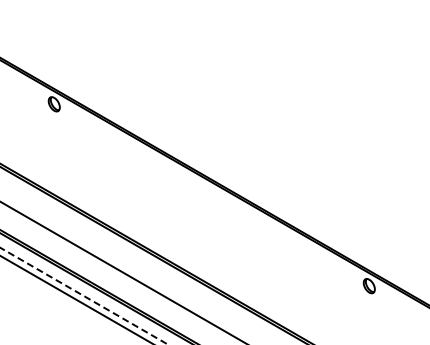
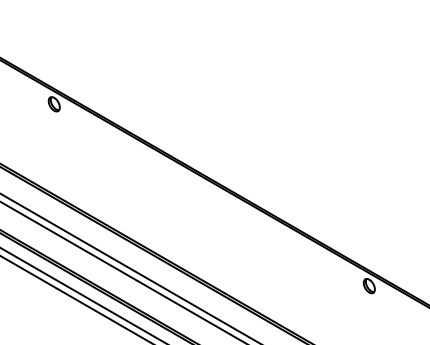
line at (129, 267): none -> present
line at (84, 296): dashed -> solid
